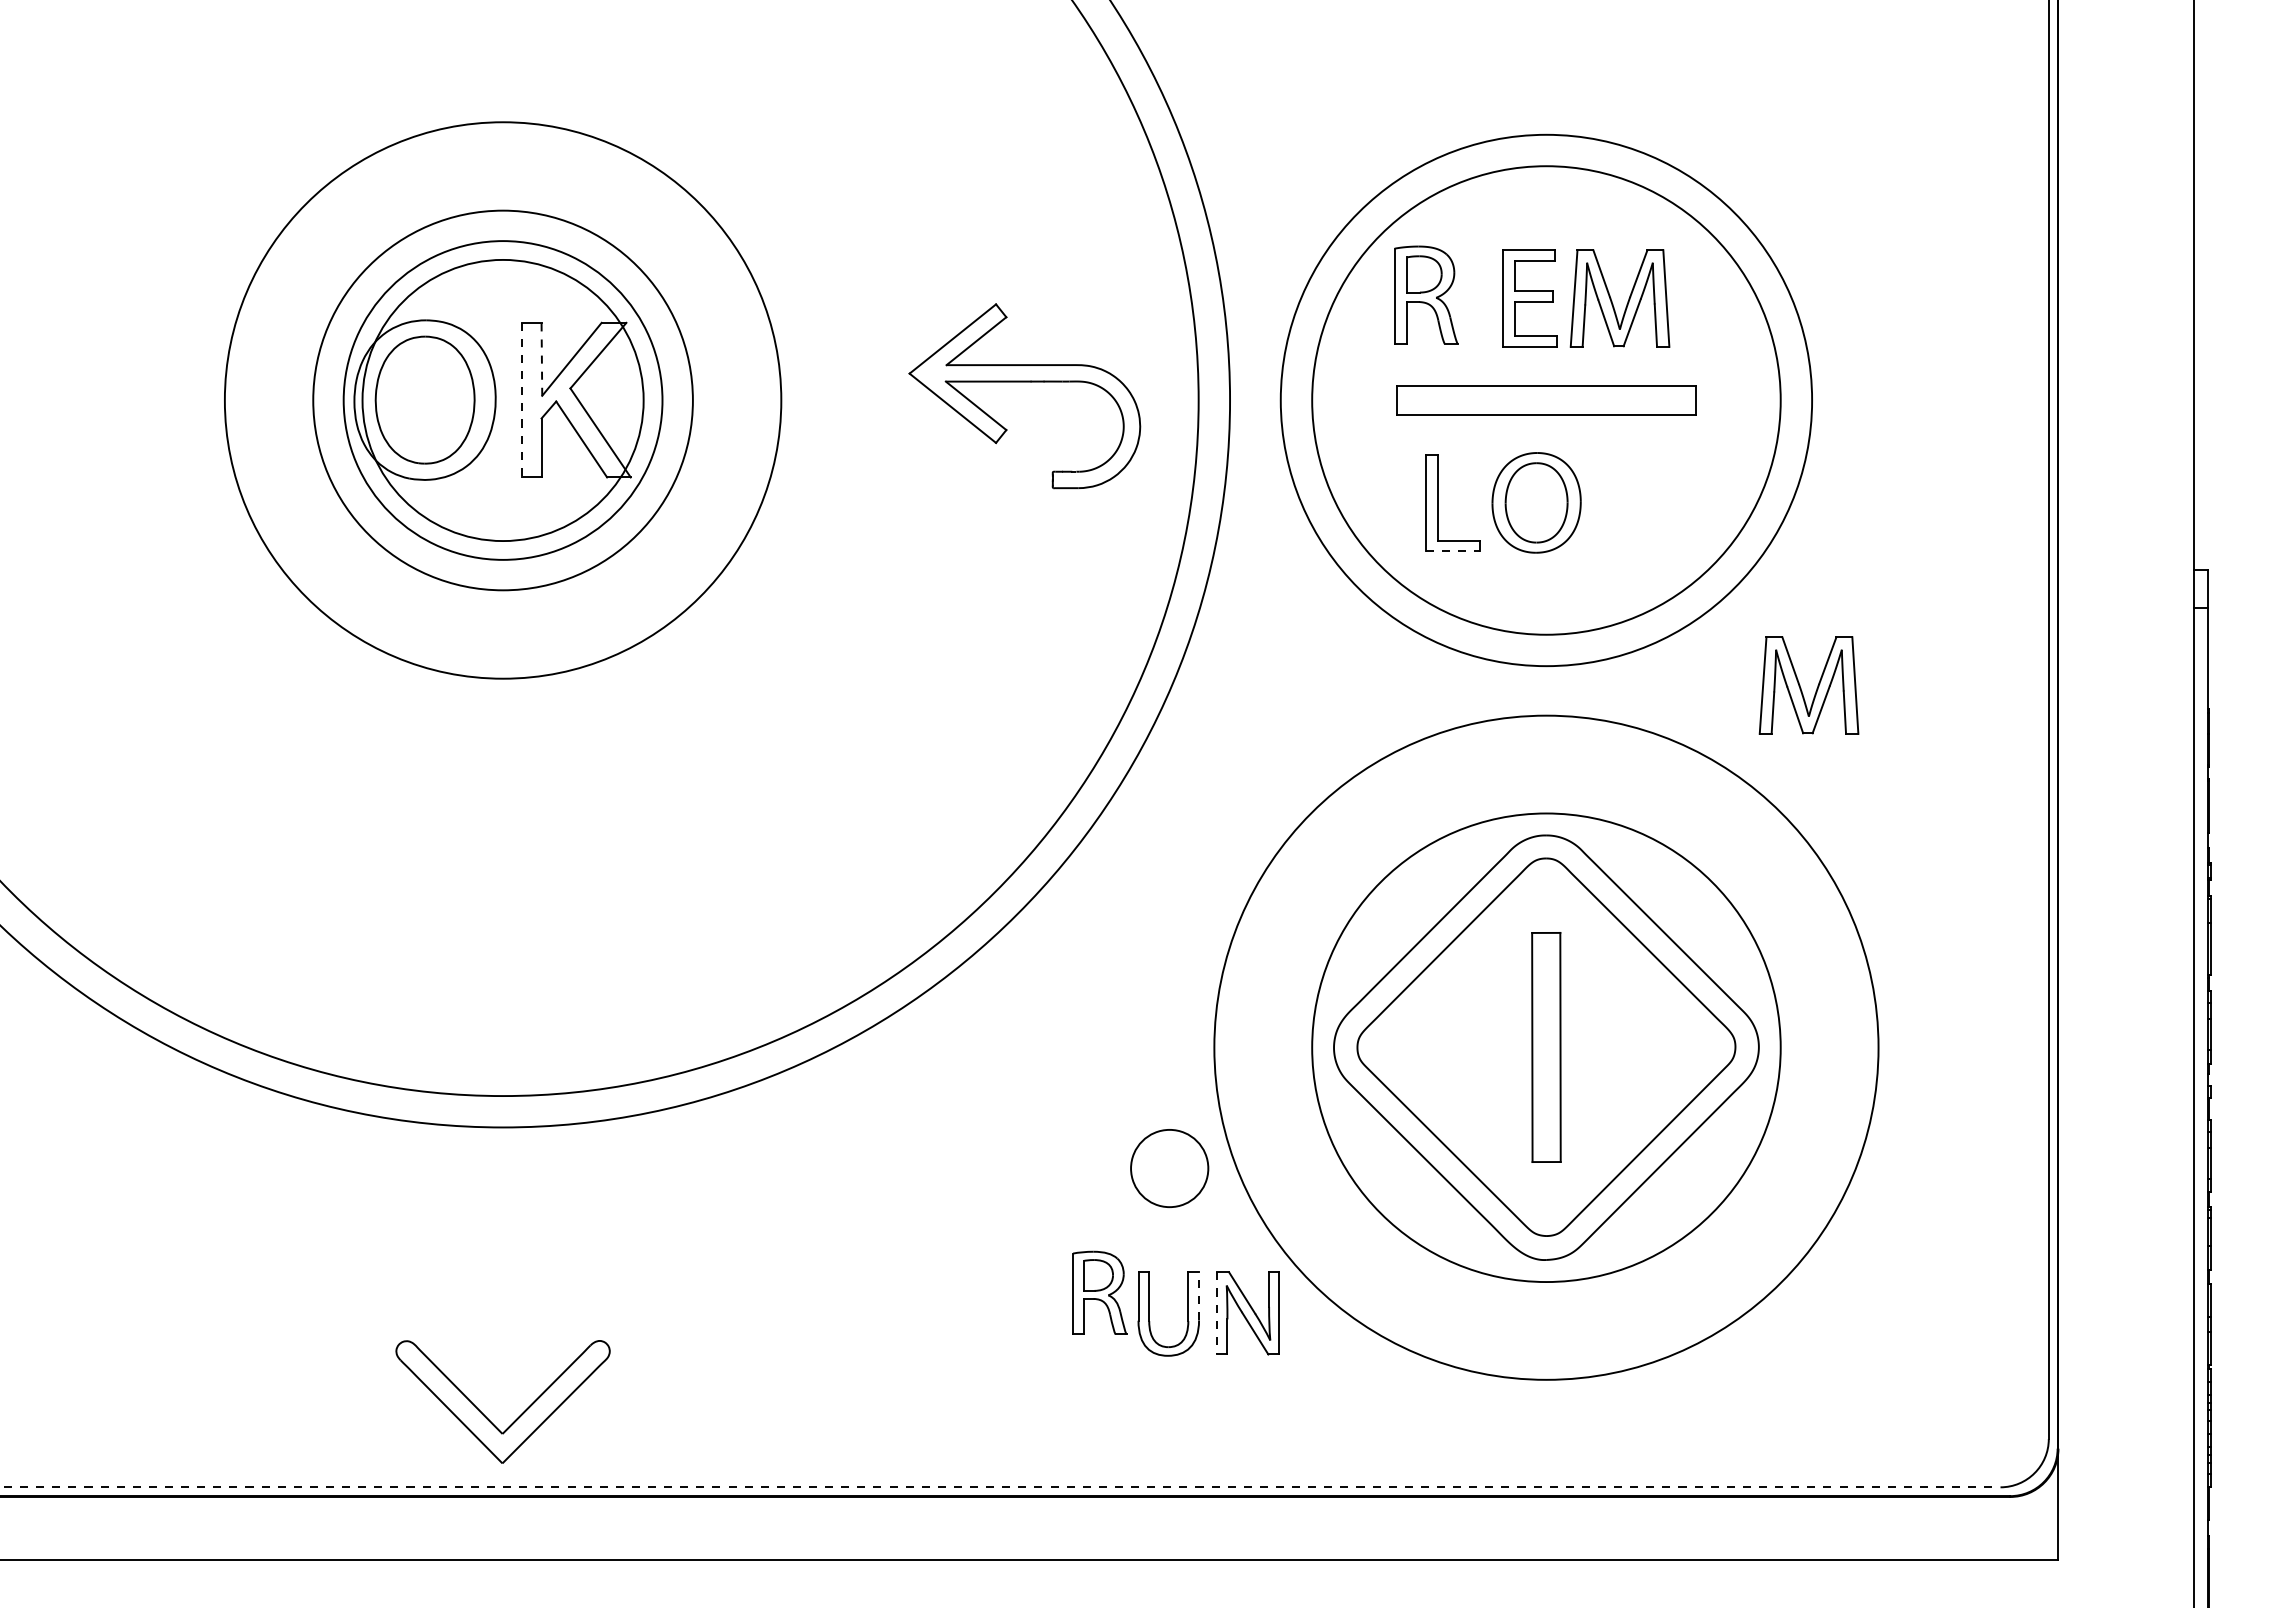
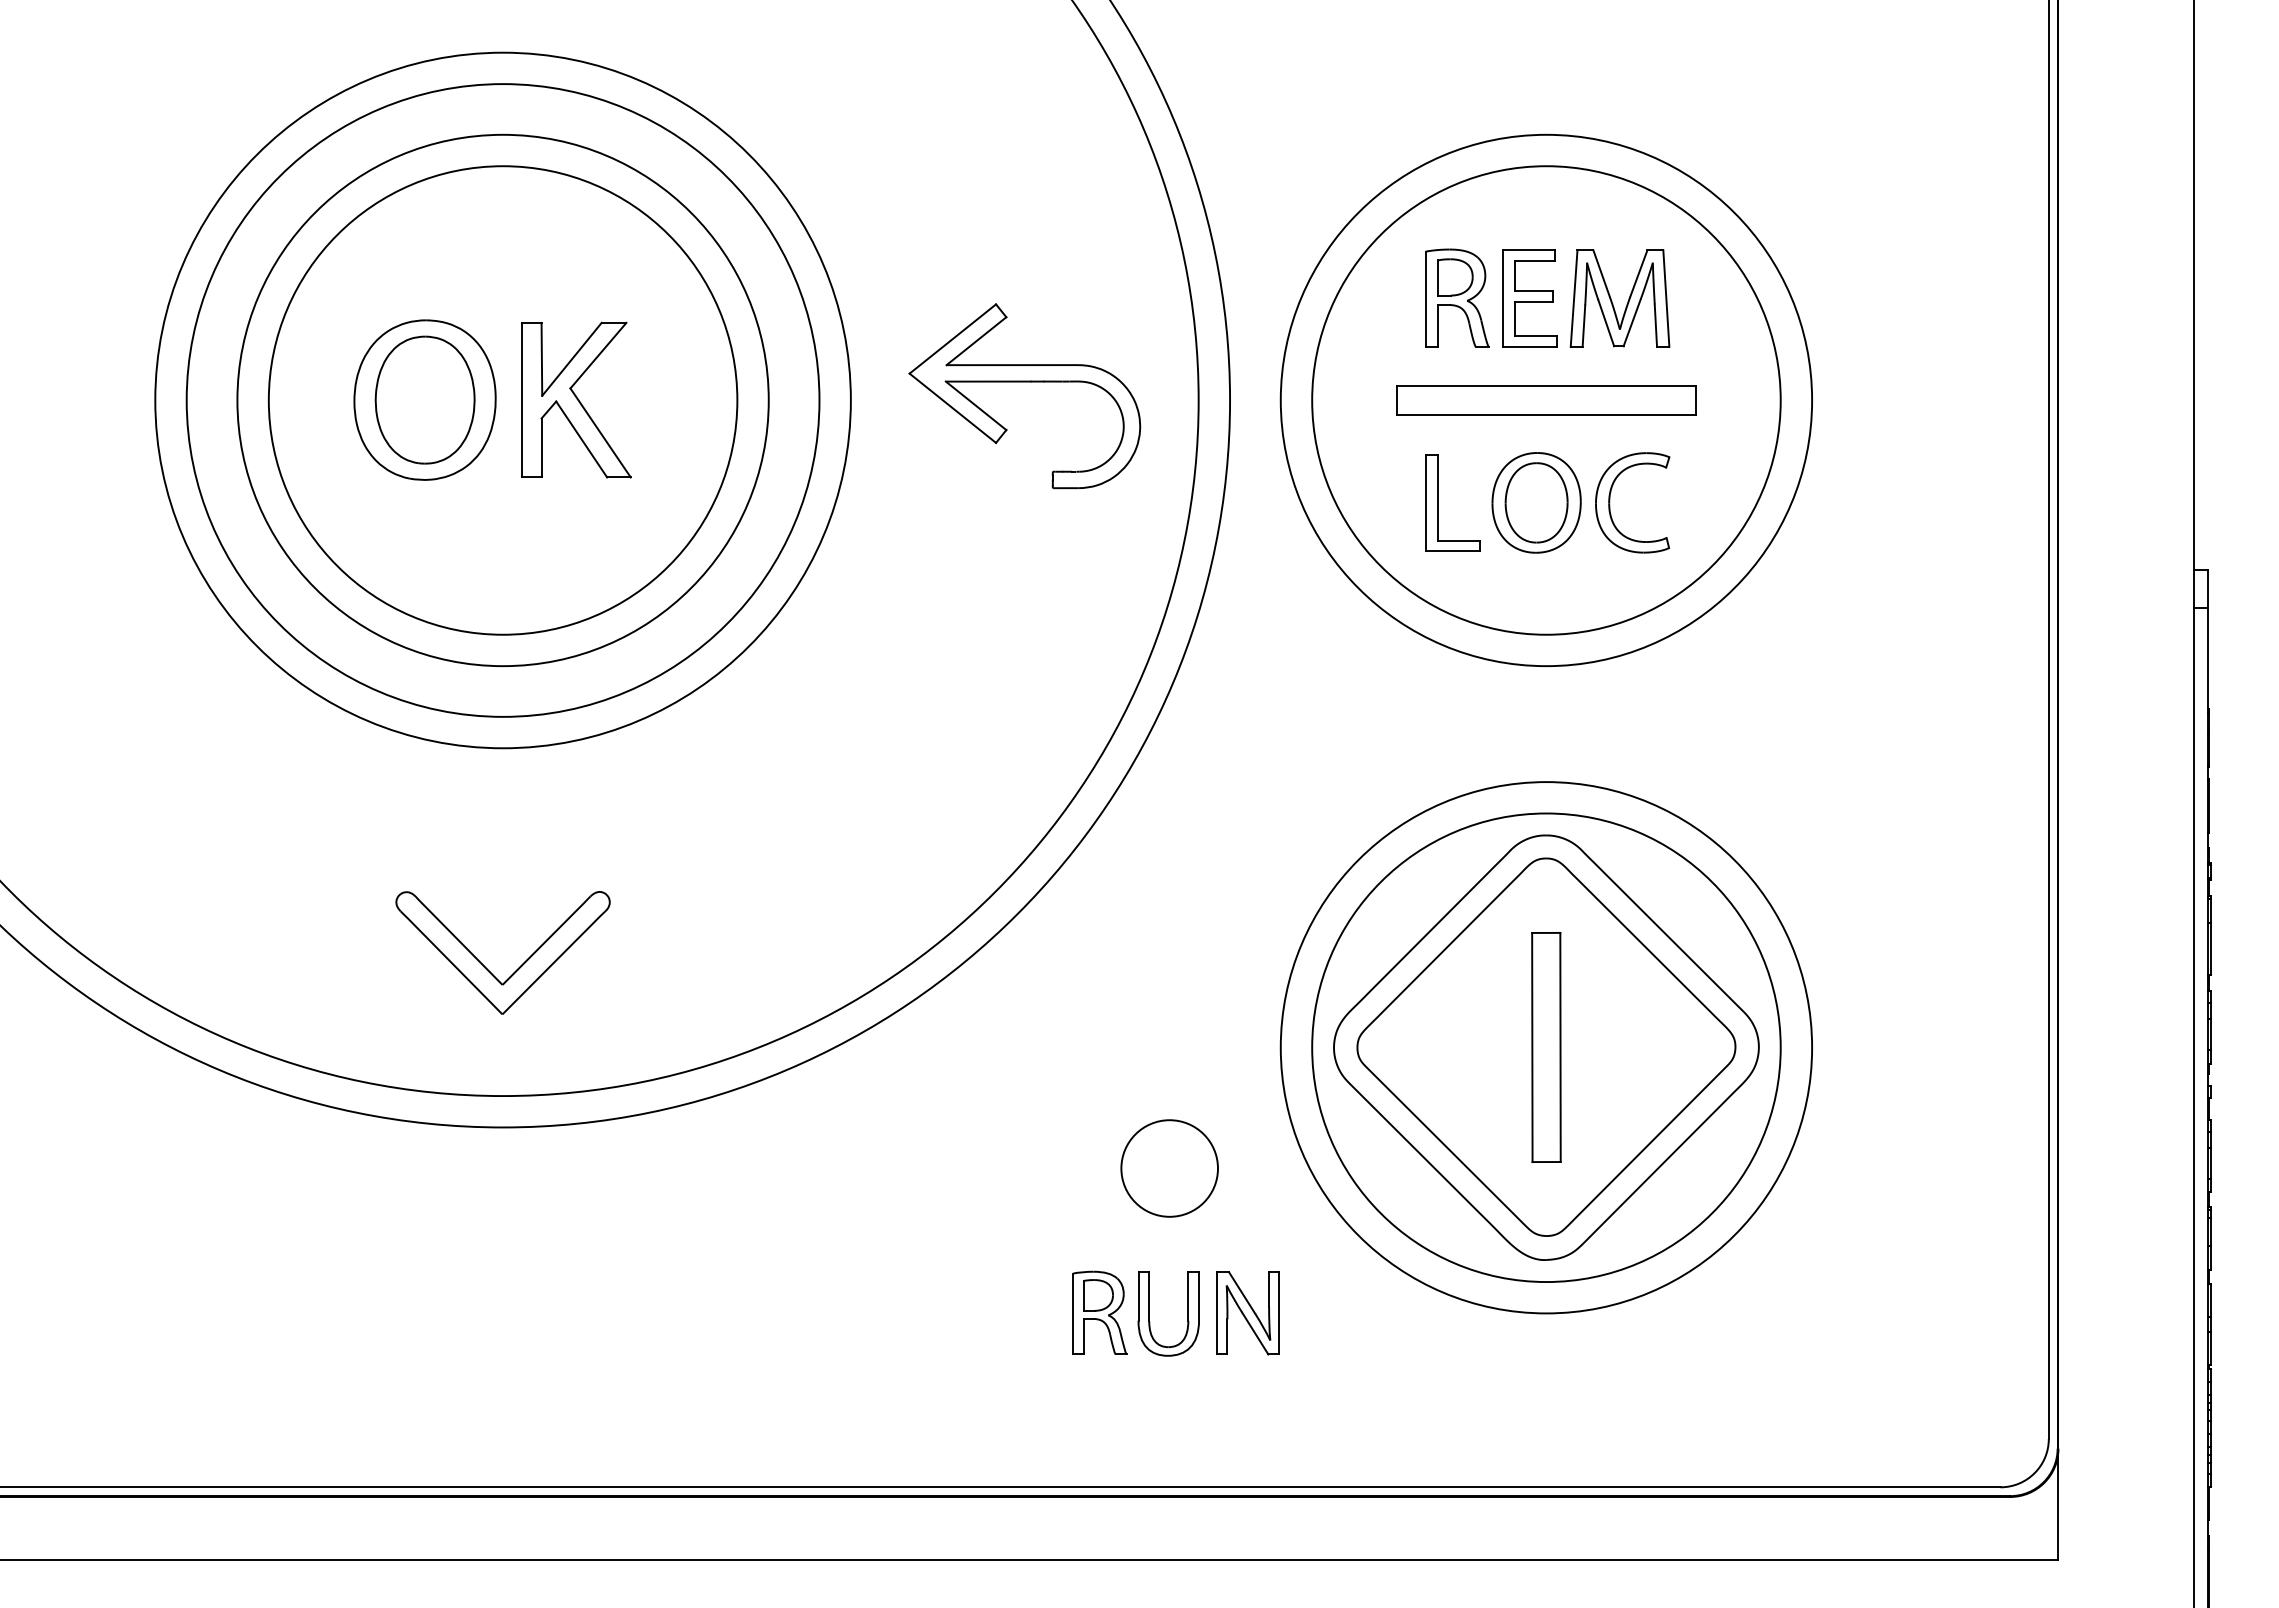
part at (1426, 294) position: (1426, 294) -> (1457, 297)
line at (541, 358): dashed -> solid
circle at (502, 400) diameter: 281 px -> 469 px
circle at (502, 400) diameter: 319 px -> 531 px
circle at (502, 400) diameter: 380 px -> 633 px
circle at (502, 400) diameter: 556 px -> 696 px
line at (521, 400): dashed -> solid
part at (1610, 502): none -> present
line at (1452, 551): dashed -> solid
part at (1801, 688): present -> none
circle at (1546, 1047) diameter: 664 px -> 531 px
circle at (1169, 1168) diameter: 77 px -> 97 px
part at (1099, 1292) position: (1099, 1292) -> (1099, 1312)
line at (1199, 1296): dashed -> solid
line at (1217, 1313): dashed -> solid
part at (486, 1416) position: (486, 1416) -> (486, 967)
line at (1000, 1487): dashed -> solid
